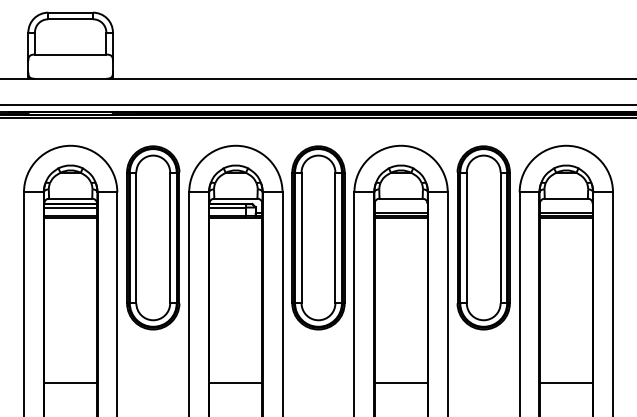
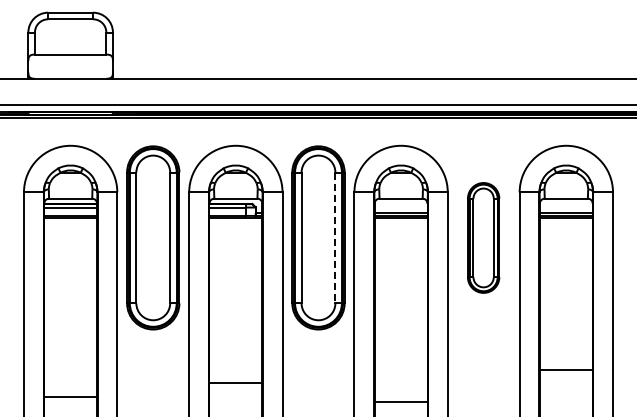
part at (483, 237) size: 55x186 px -> 34x112 px
line at (335, 238): solid -> dashed
line at (70, 382) position: (70, 382) -> (70, 396)
line at (400, 382) position: (400, 382) -> (400, 401)
line at (565, 382) position: (565, 382) -> (565, 369)
